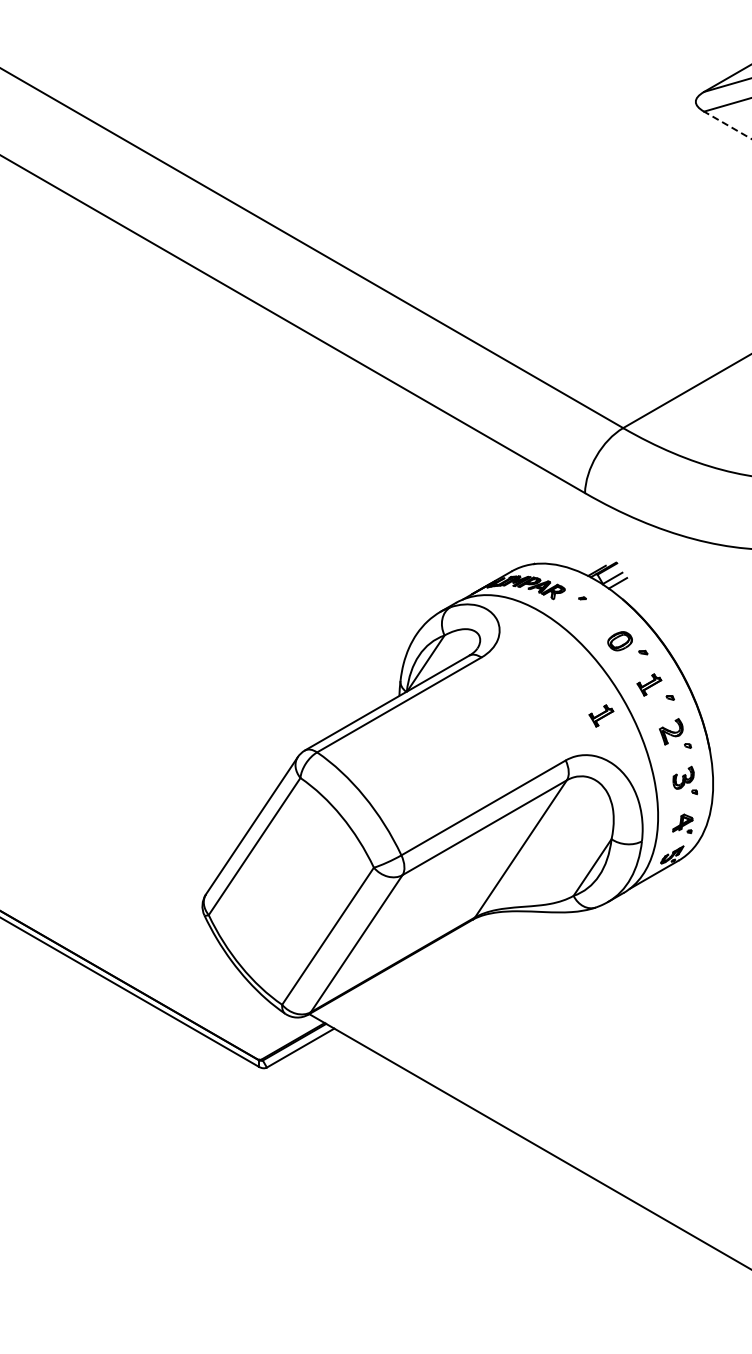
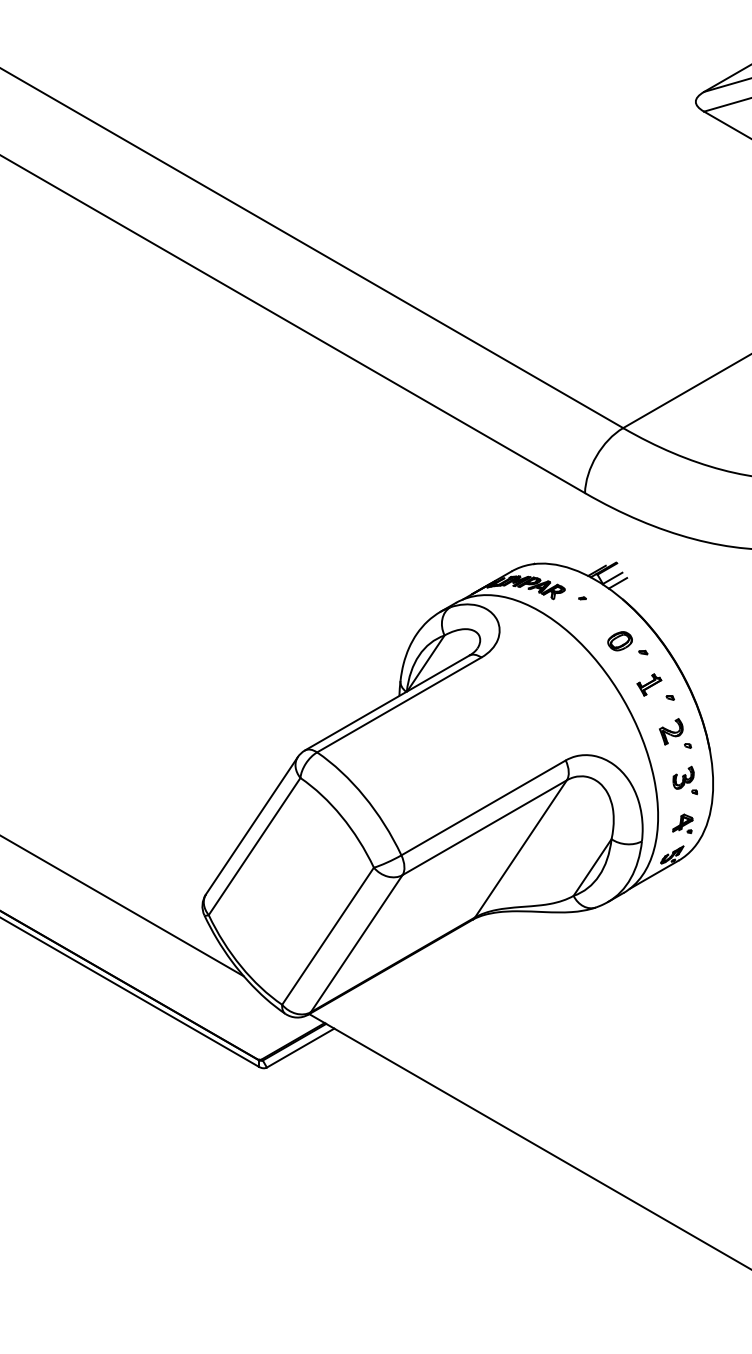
line at (727, 125): dashed -> solid
part at (601, 715): present -> none
line at (122, 906): none -> present
